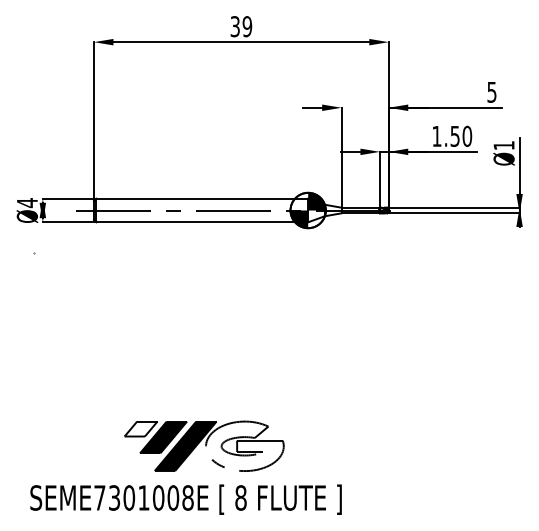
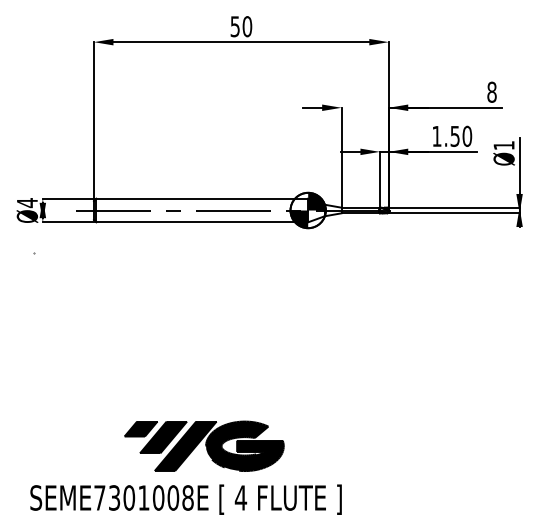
text at (241, 26): 39 -> 50
text at (491, 91): 5 -> 8
fill at (140, 428): none -> present
fill at (244, 446): none -> present
text at (240, 497): 8 -> 4
